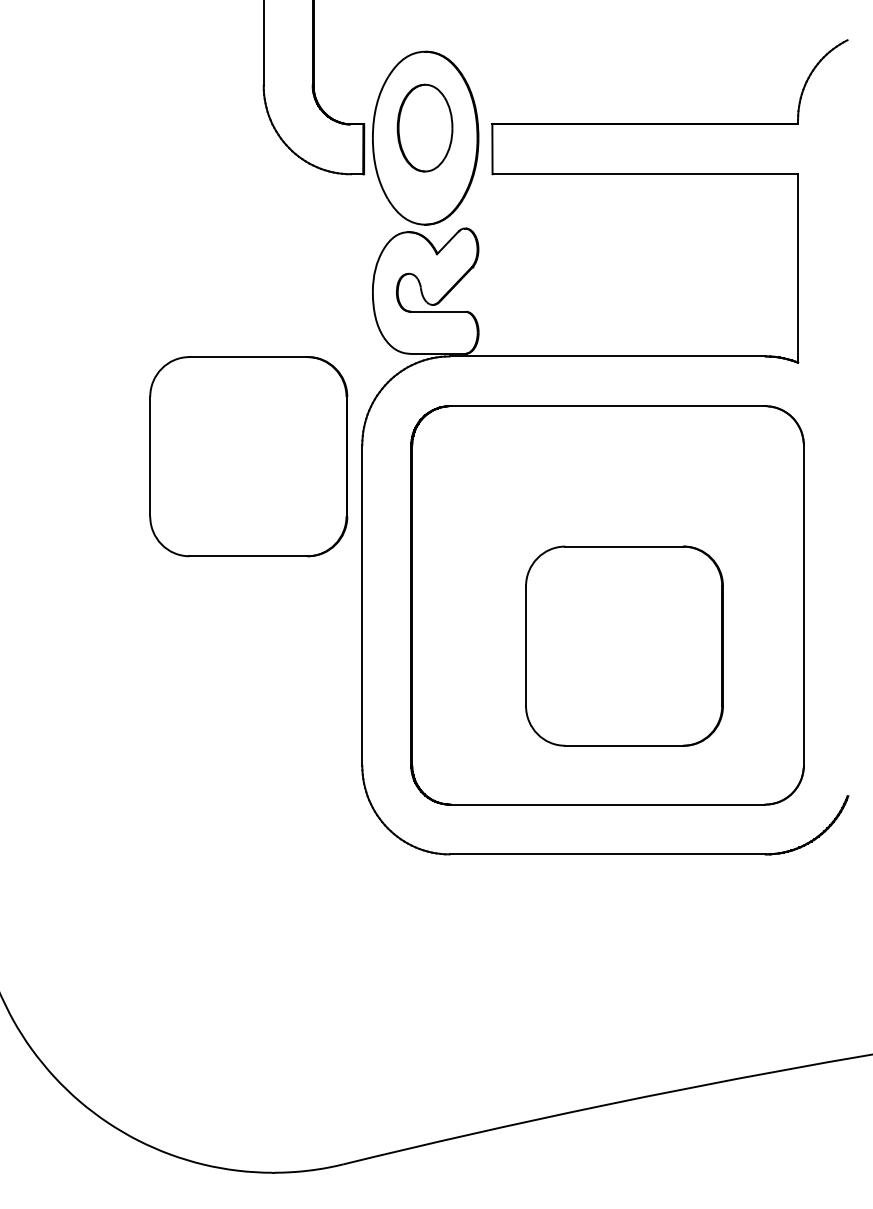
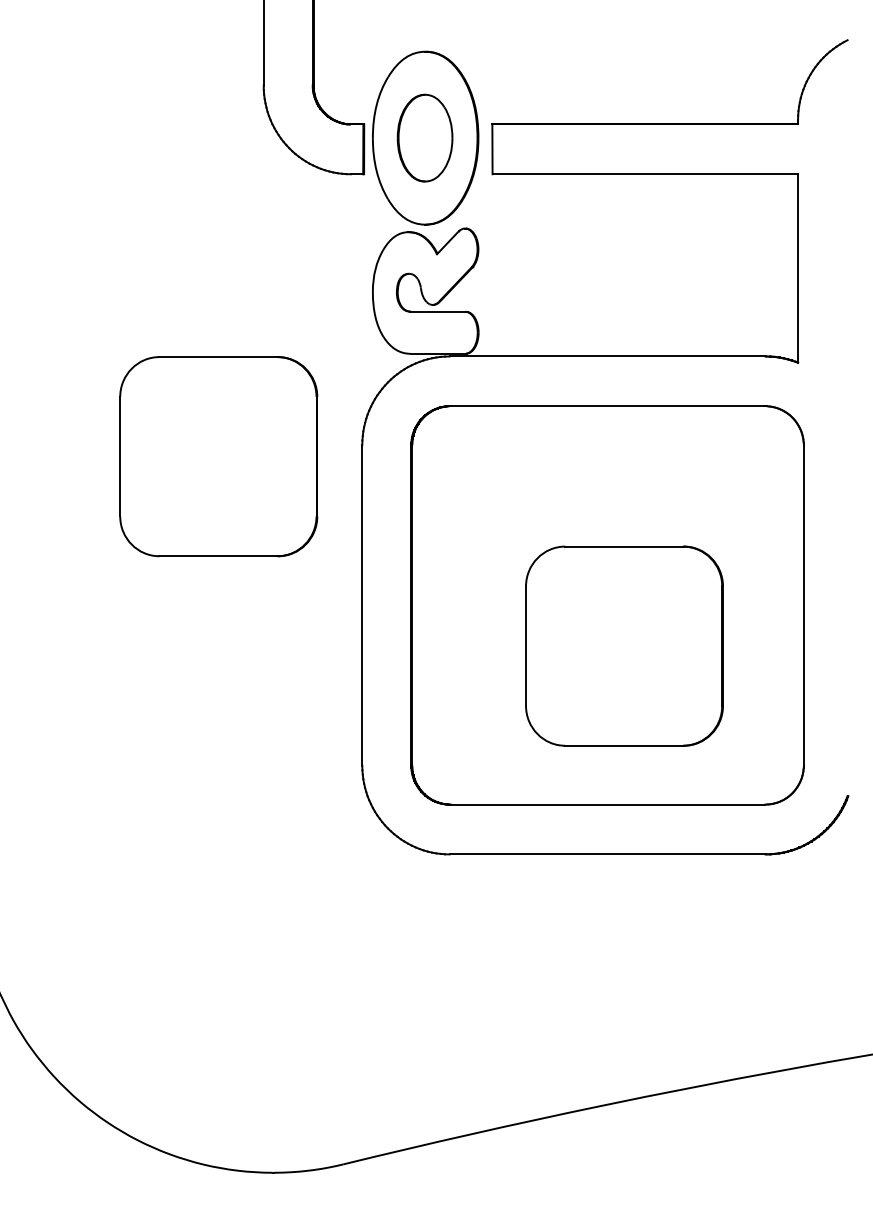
part at (424, 127) position: (424, 127) -> (424, 137)
part at (248, 456) position: (248, 456) -> (218, 456)
